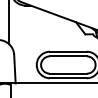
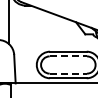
line at (68, 56): solid -> dashed
line at (68, 73): solid -> dashed
